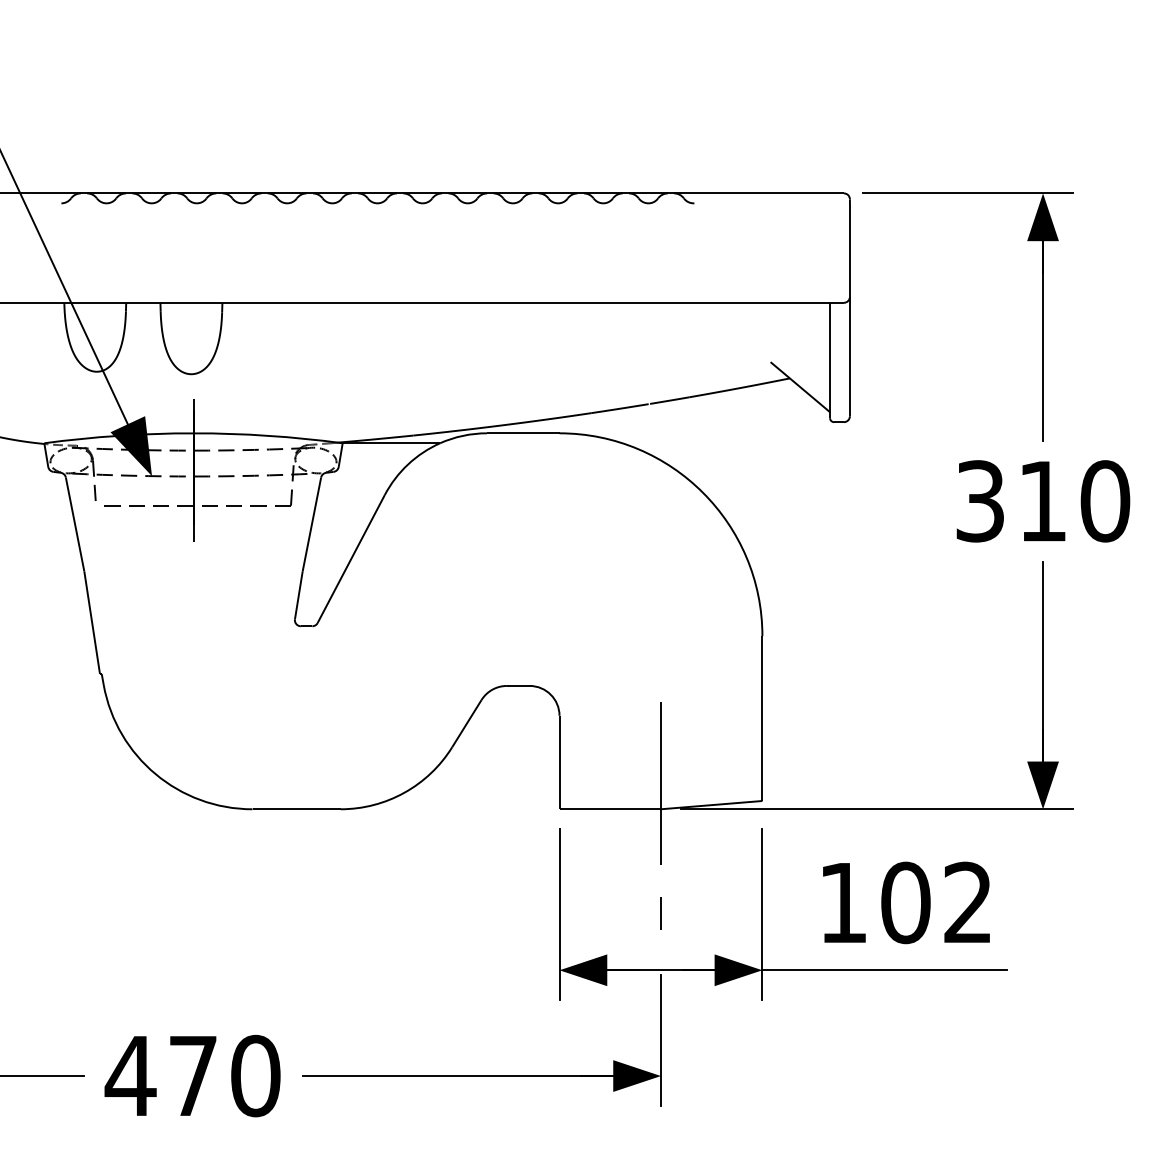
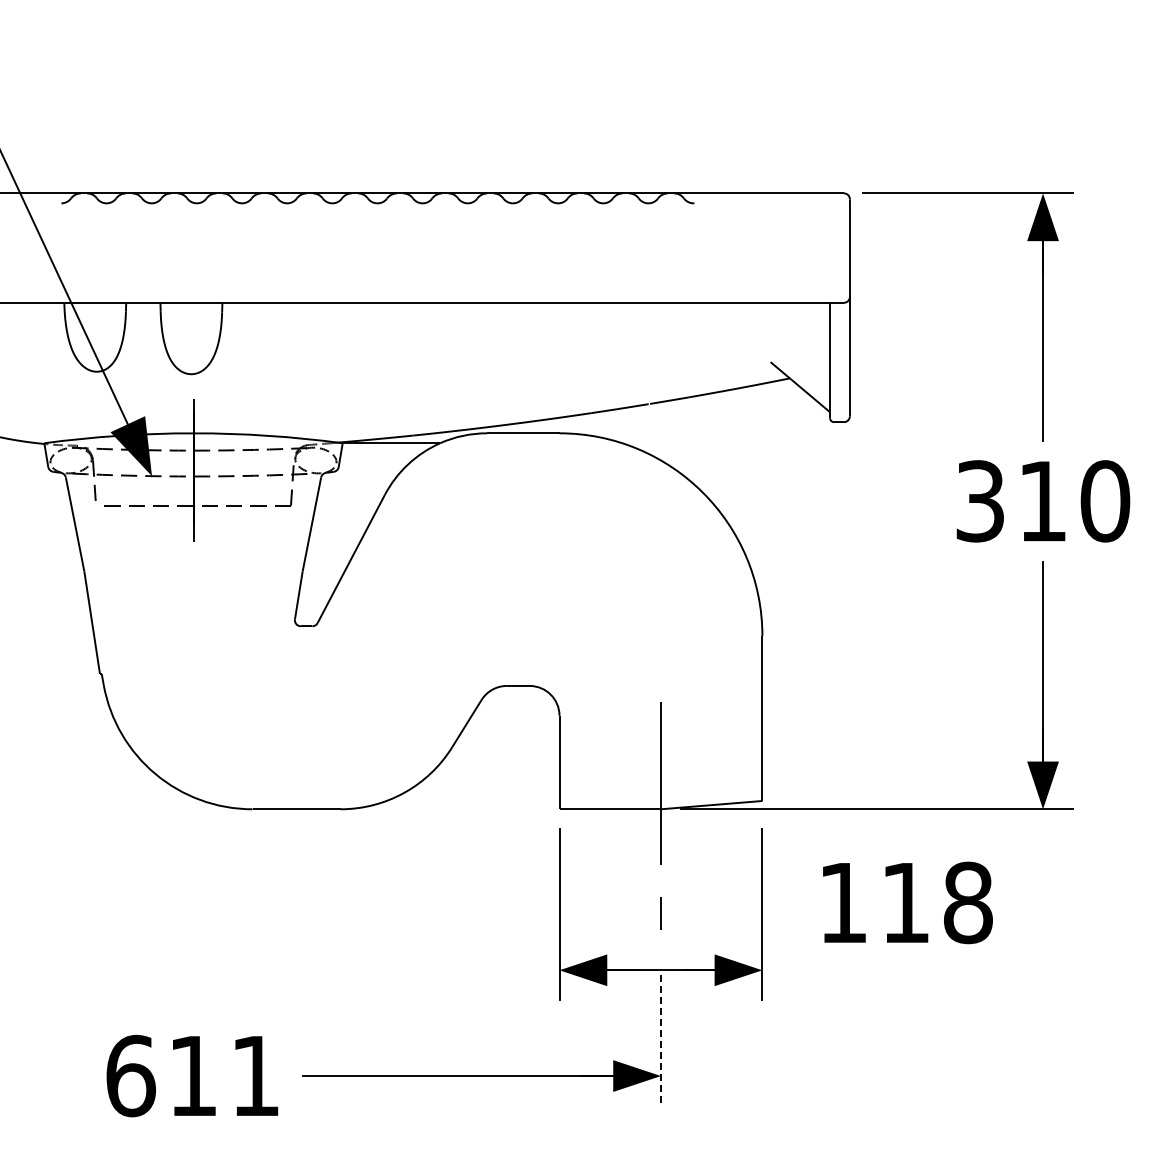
text at (936, 902): 102 -> 118
line at (884, 970): present -> none
line at (660, 1040): solid -> dashed
text at (192, 1075): 470 -> 611
line at (43, 1076): present -> none
